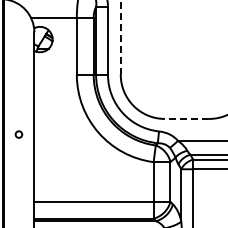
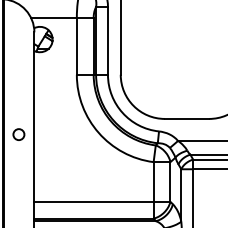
line at (120, 37): dashed -> solid
line at (186, 118): dashed -> solid
circle at (18, 134) size: 10x9 px -> 14x13 px
